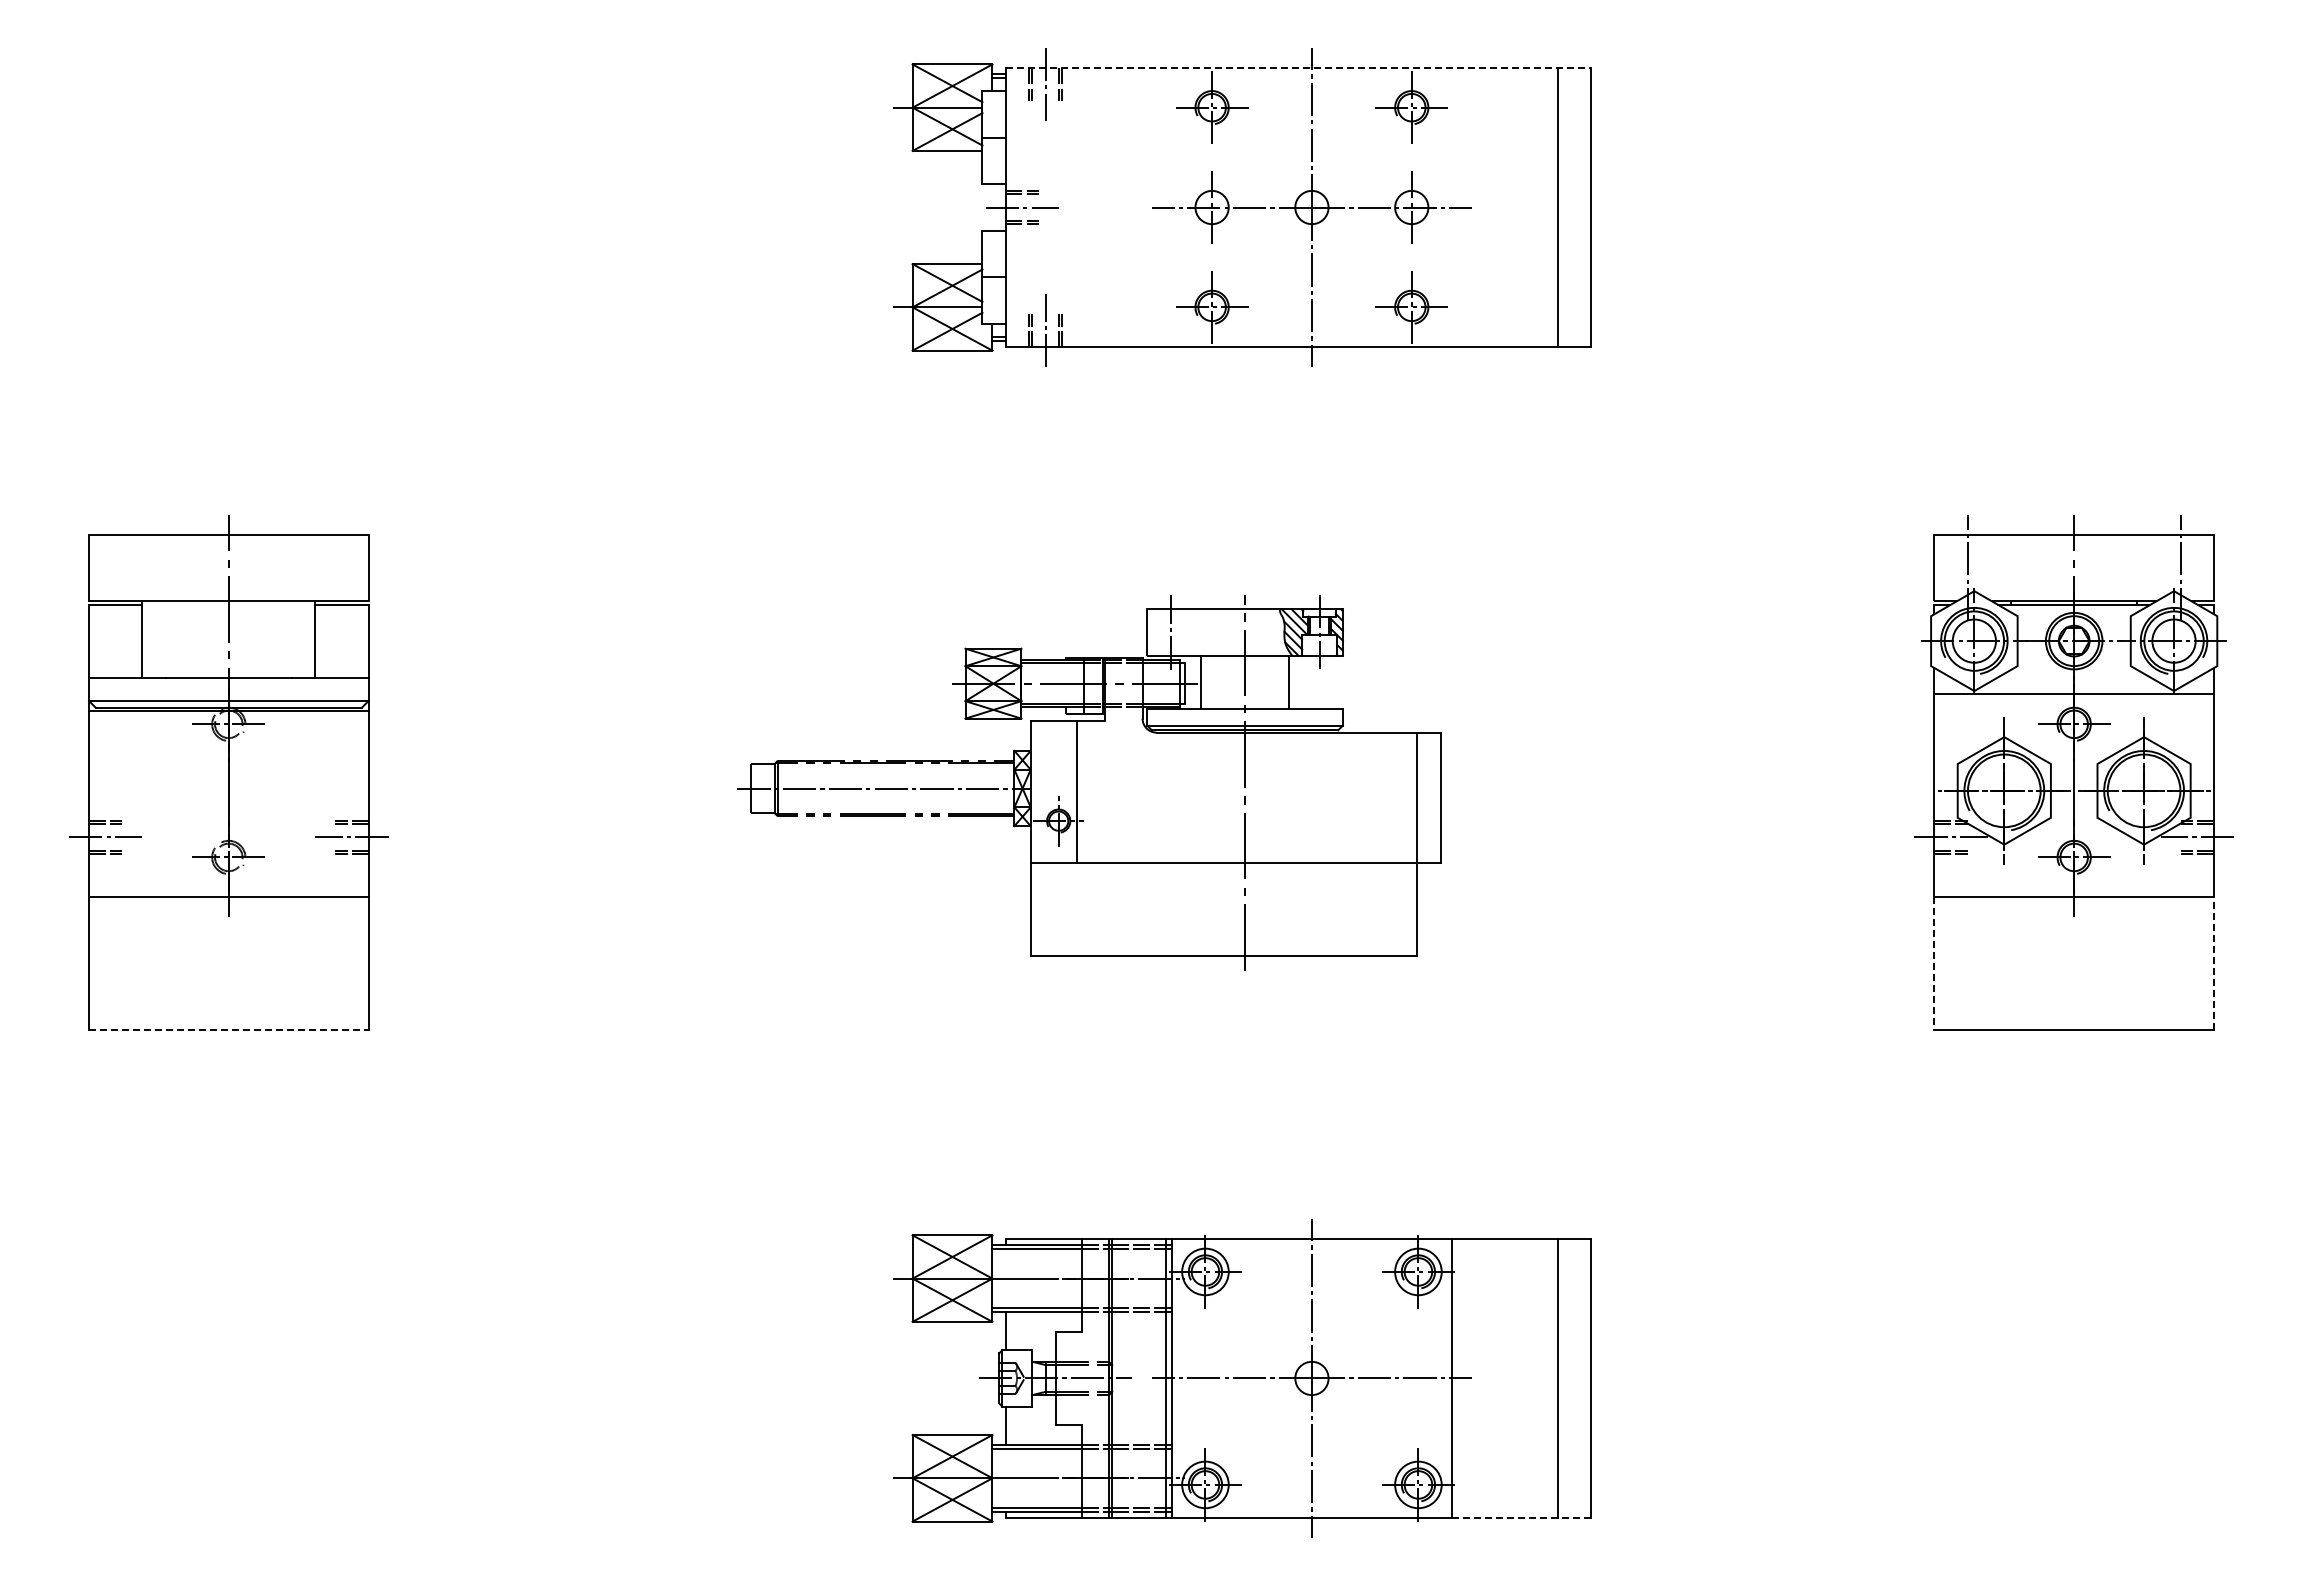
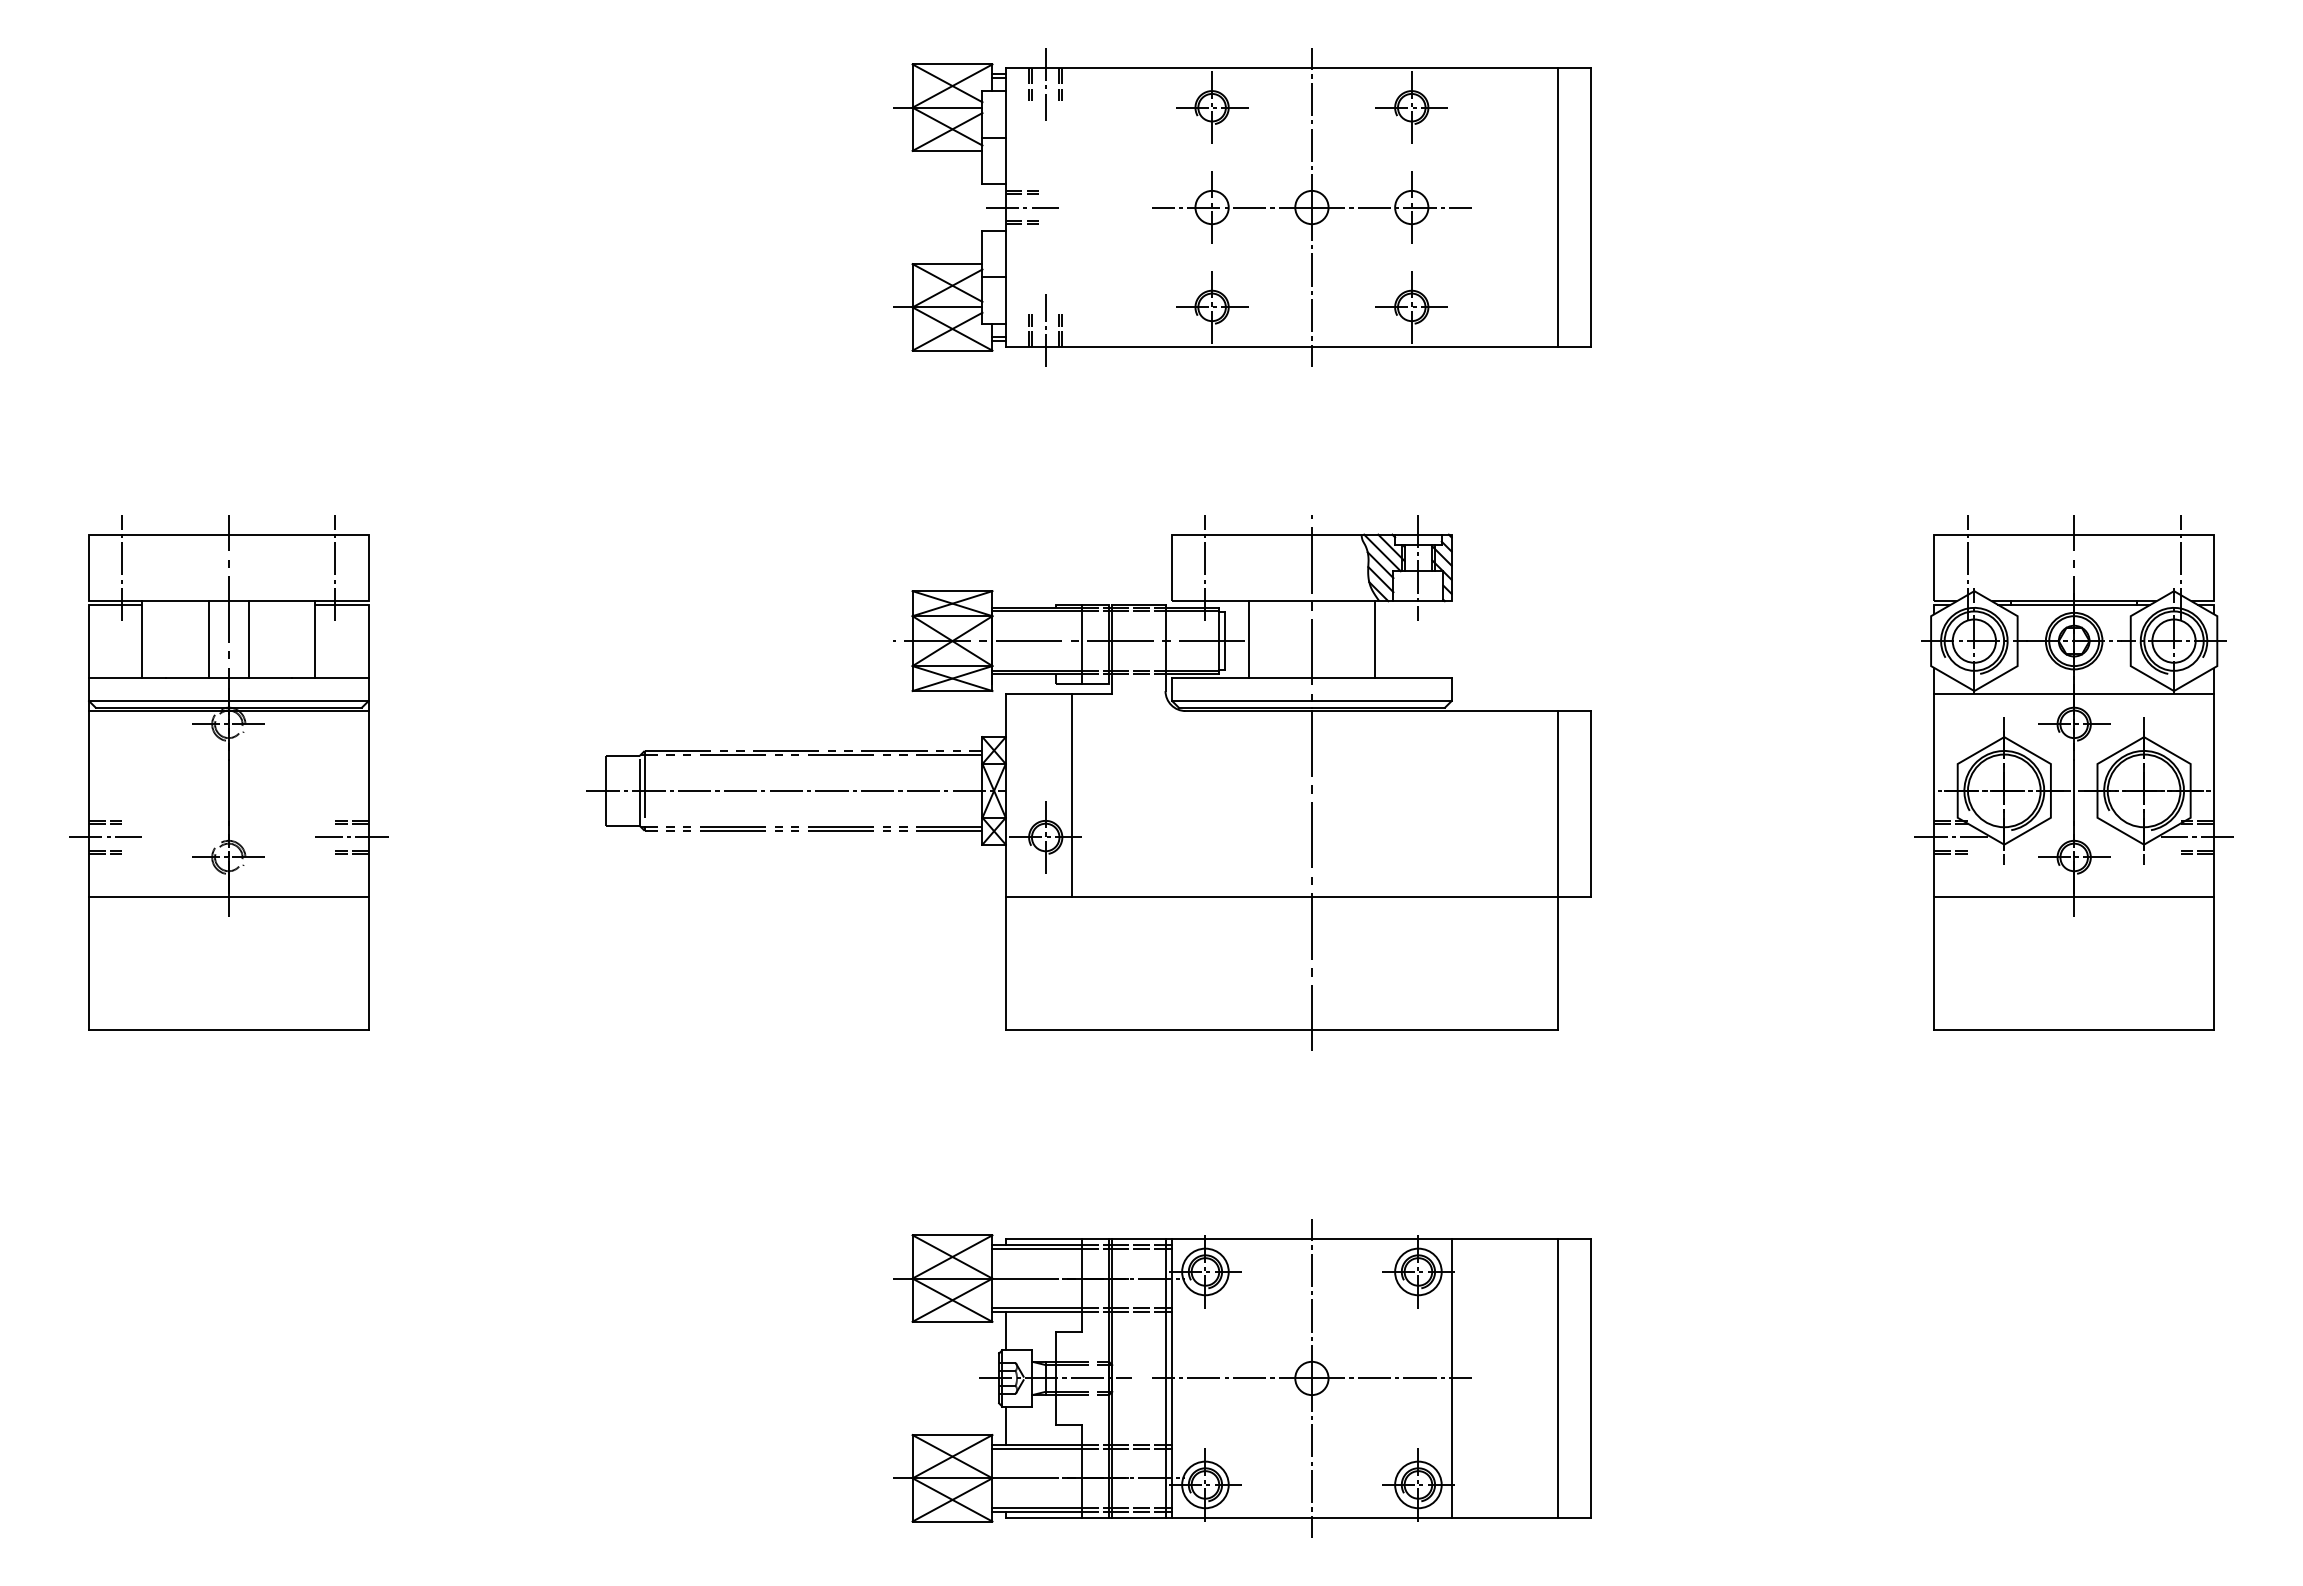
line at (1298, 67): dashed -> solid
line at (122, 567): none -> present
line at (335, 567): none -> present
line at (208, 639): none -> present
line at (248, 639): none -> present
part at (1089, 782) size: 705x376 px -> 1006x536 px
line at (1934, 963): dashed -> solid
line at (2213, 963): dashed -> solid
line at (228, 1030): dashed -> solid
line at (1521, 1518): dashed -> solid
